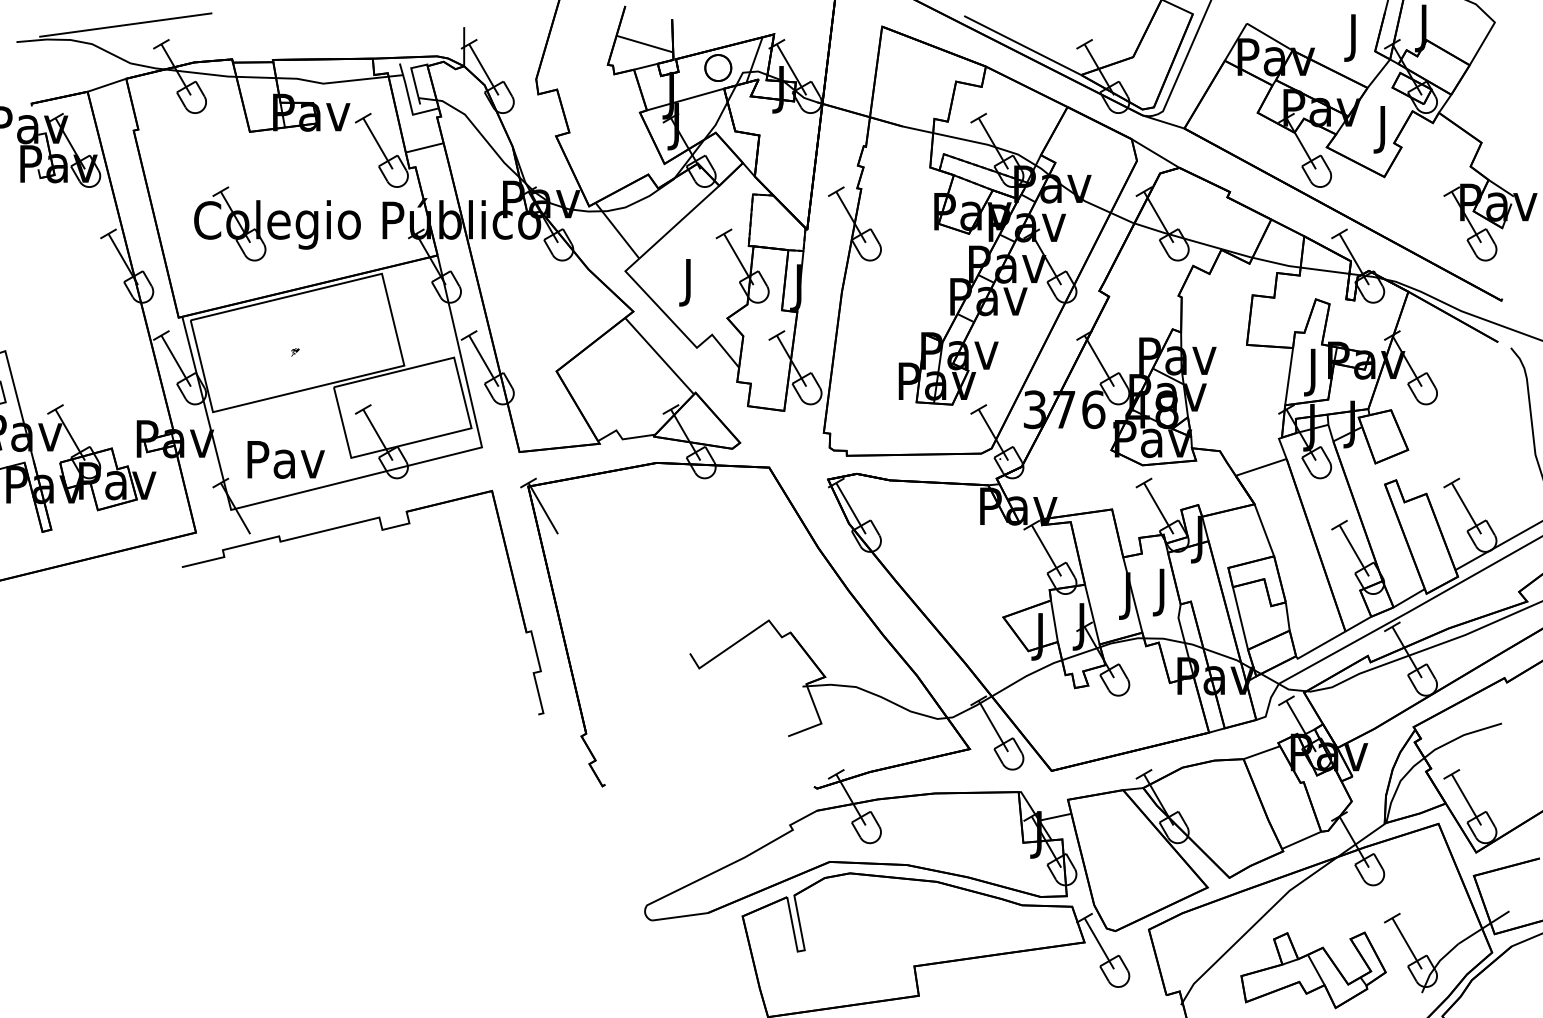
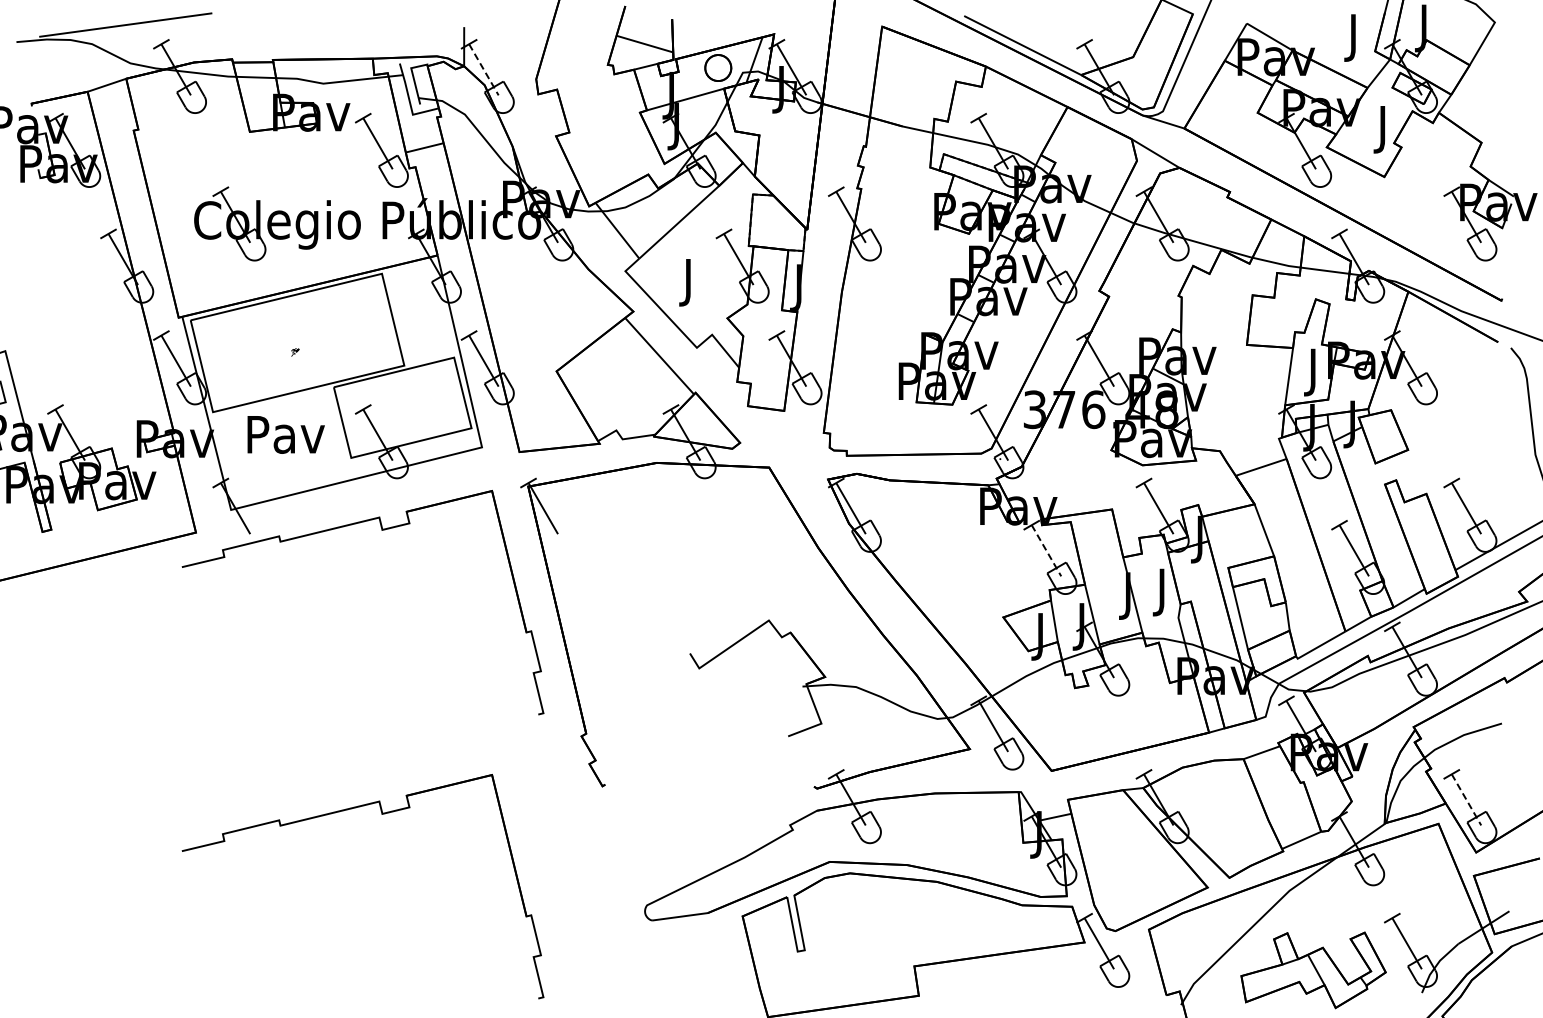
line at (483, 69): solid -> dashed
text at (285, 459) position: (285, 459) -> (285, 434)
line at (1046, 550): solid -> dashed
line at (1466, 799): solid -> dashed
part at (381, 814): none -> present
